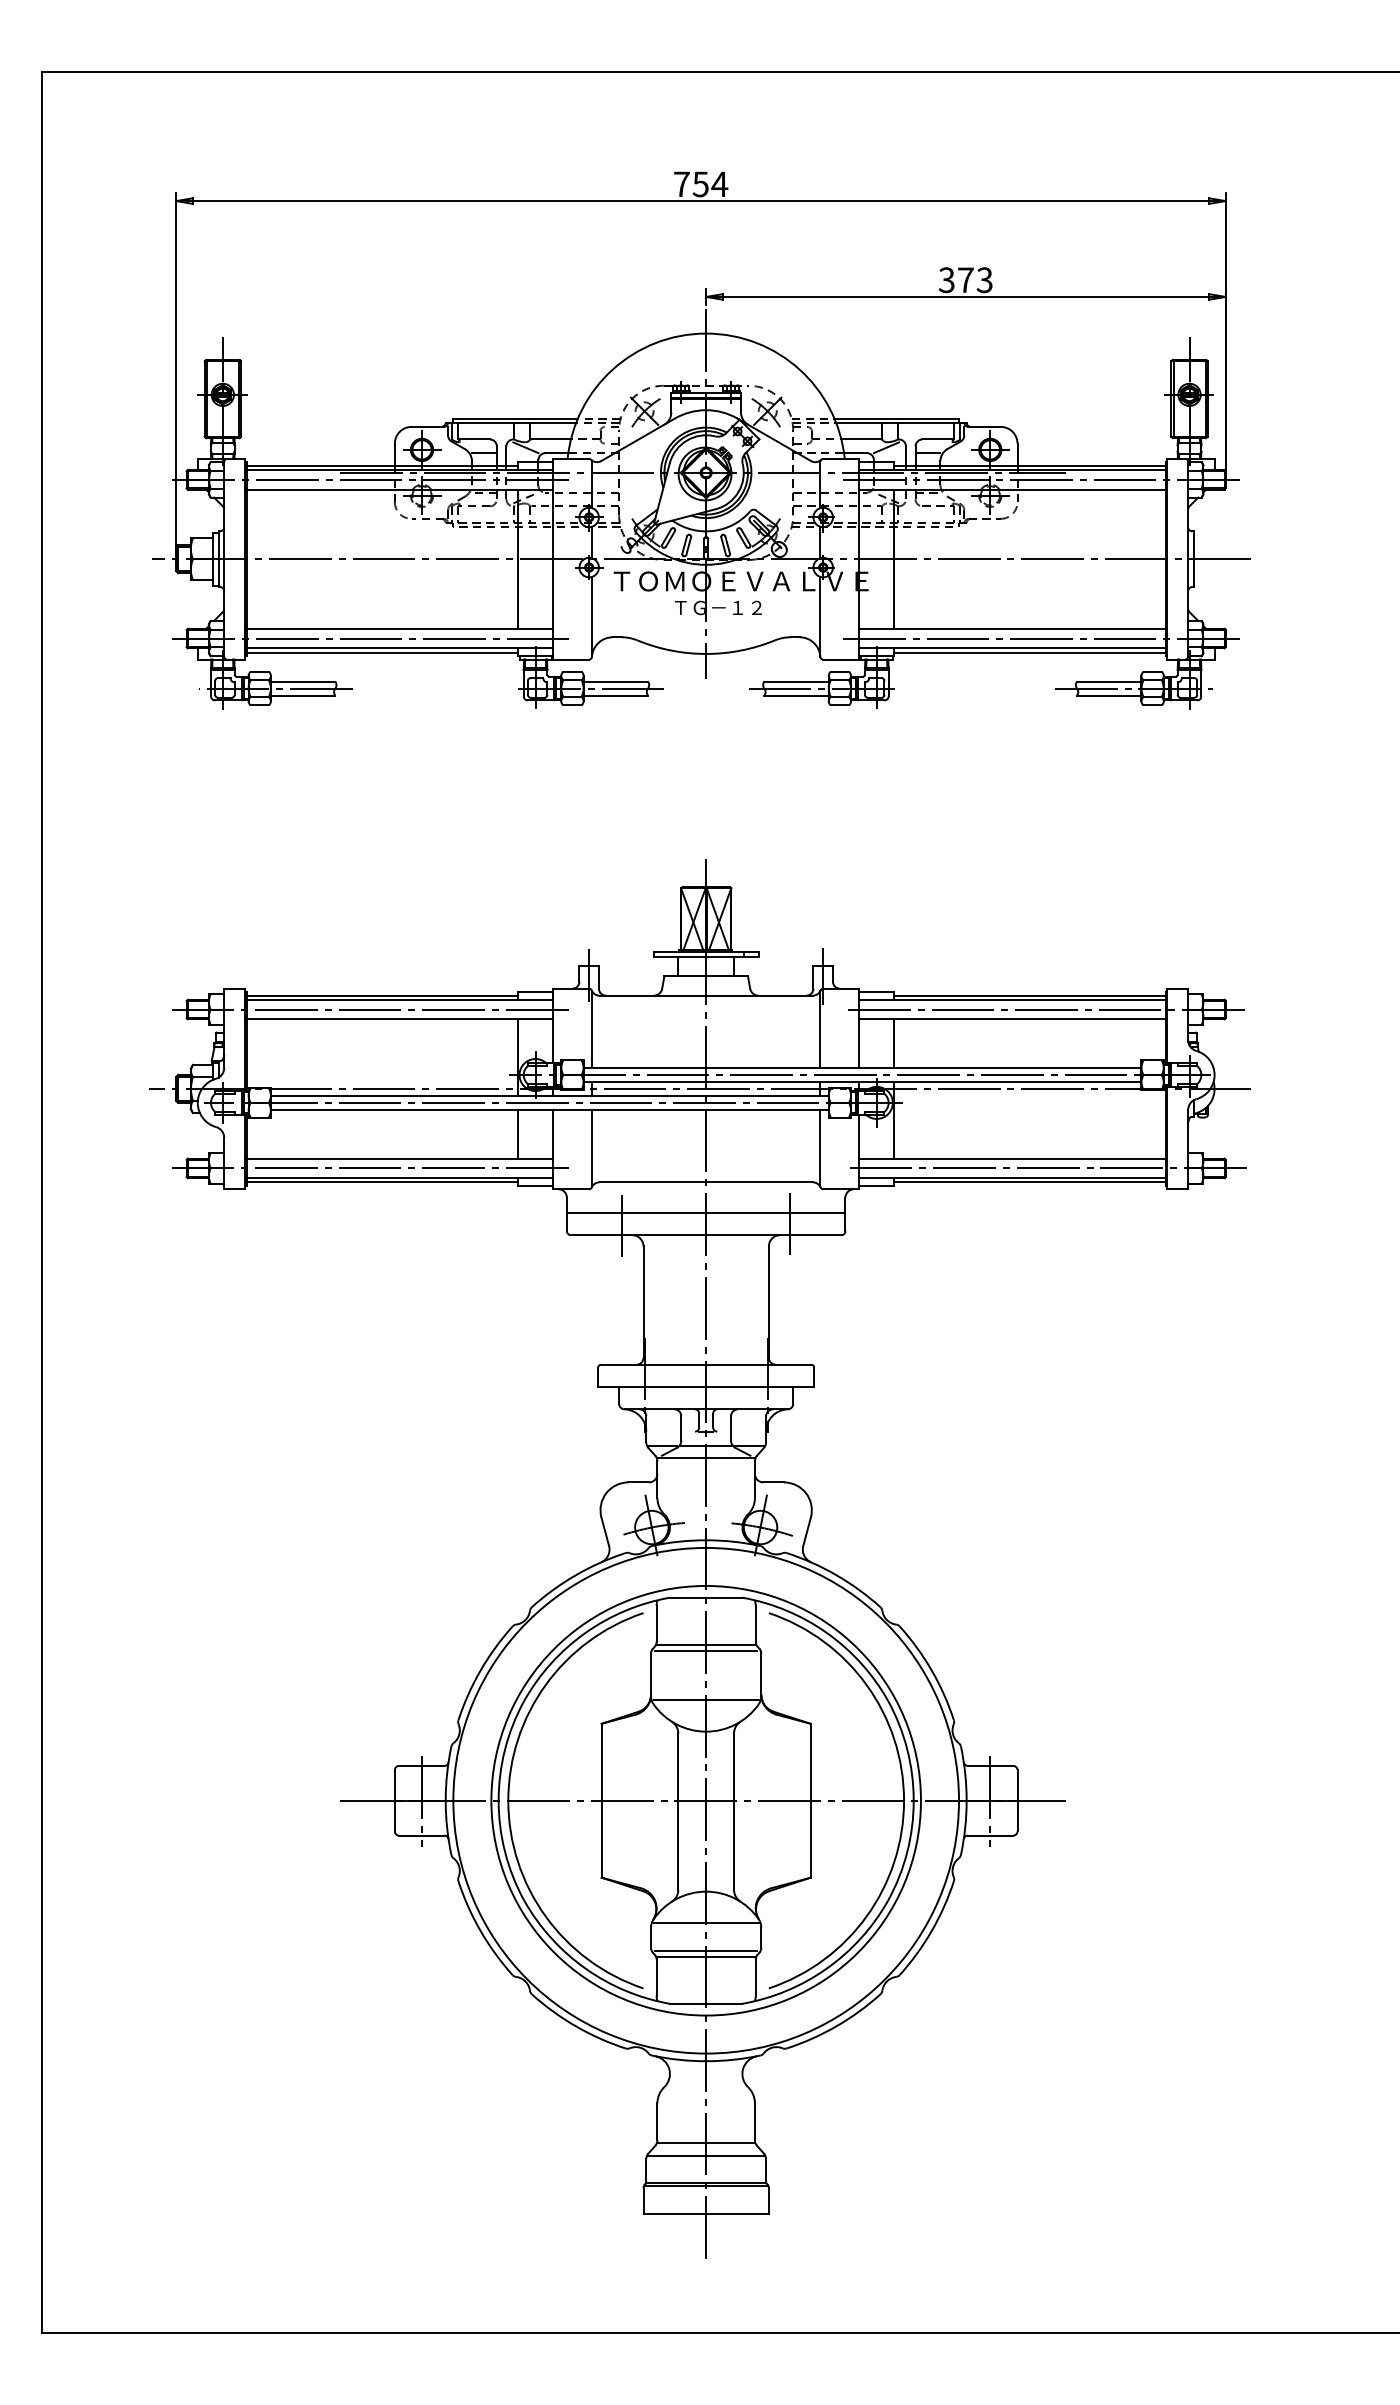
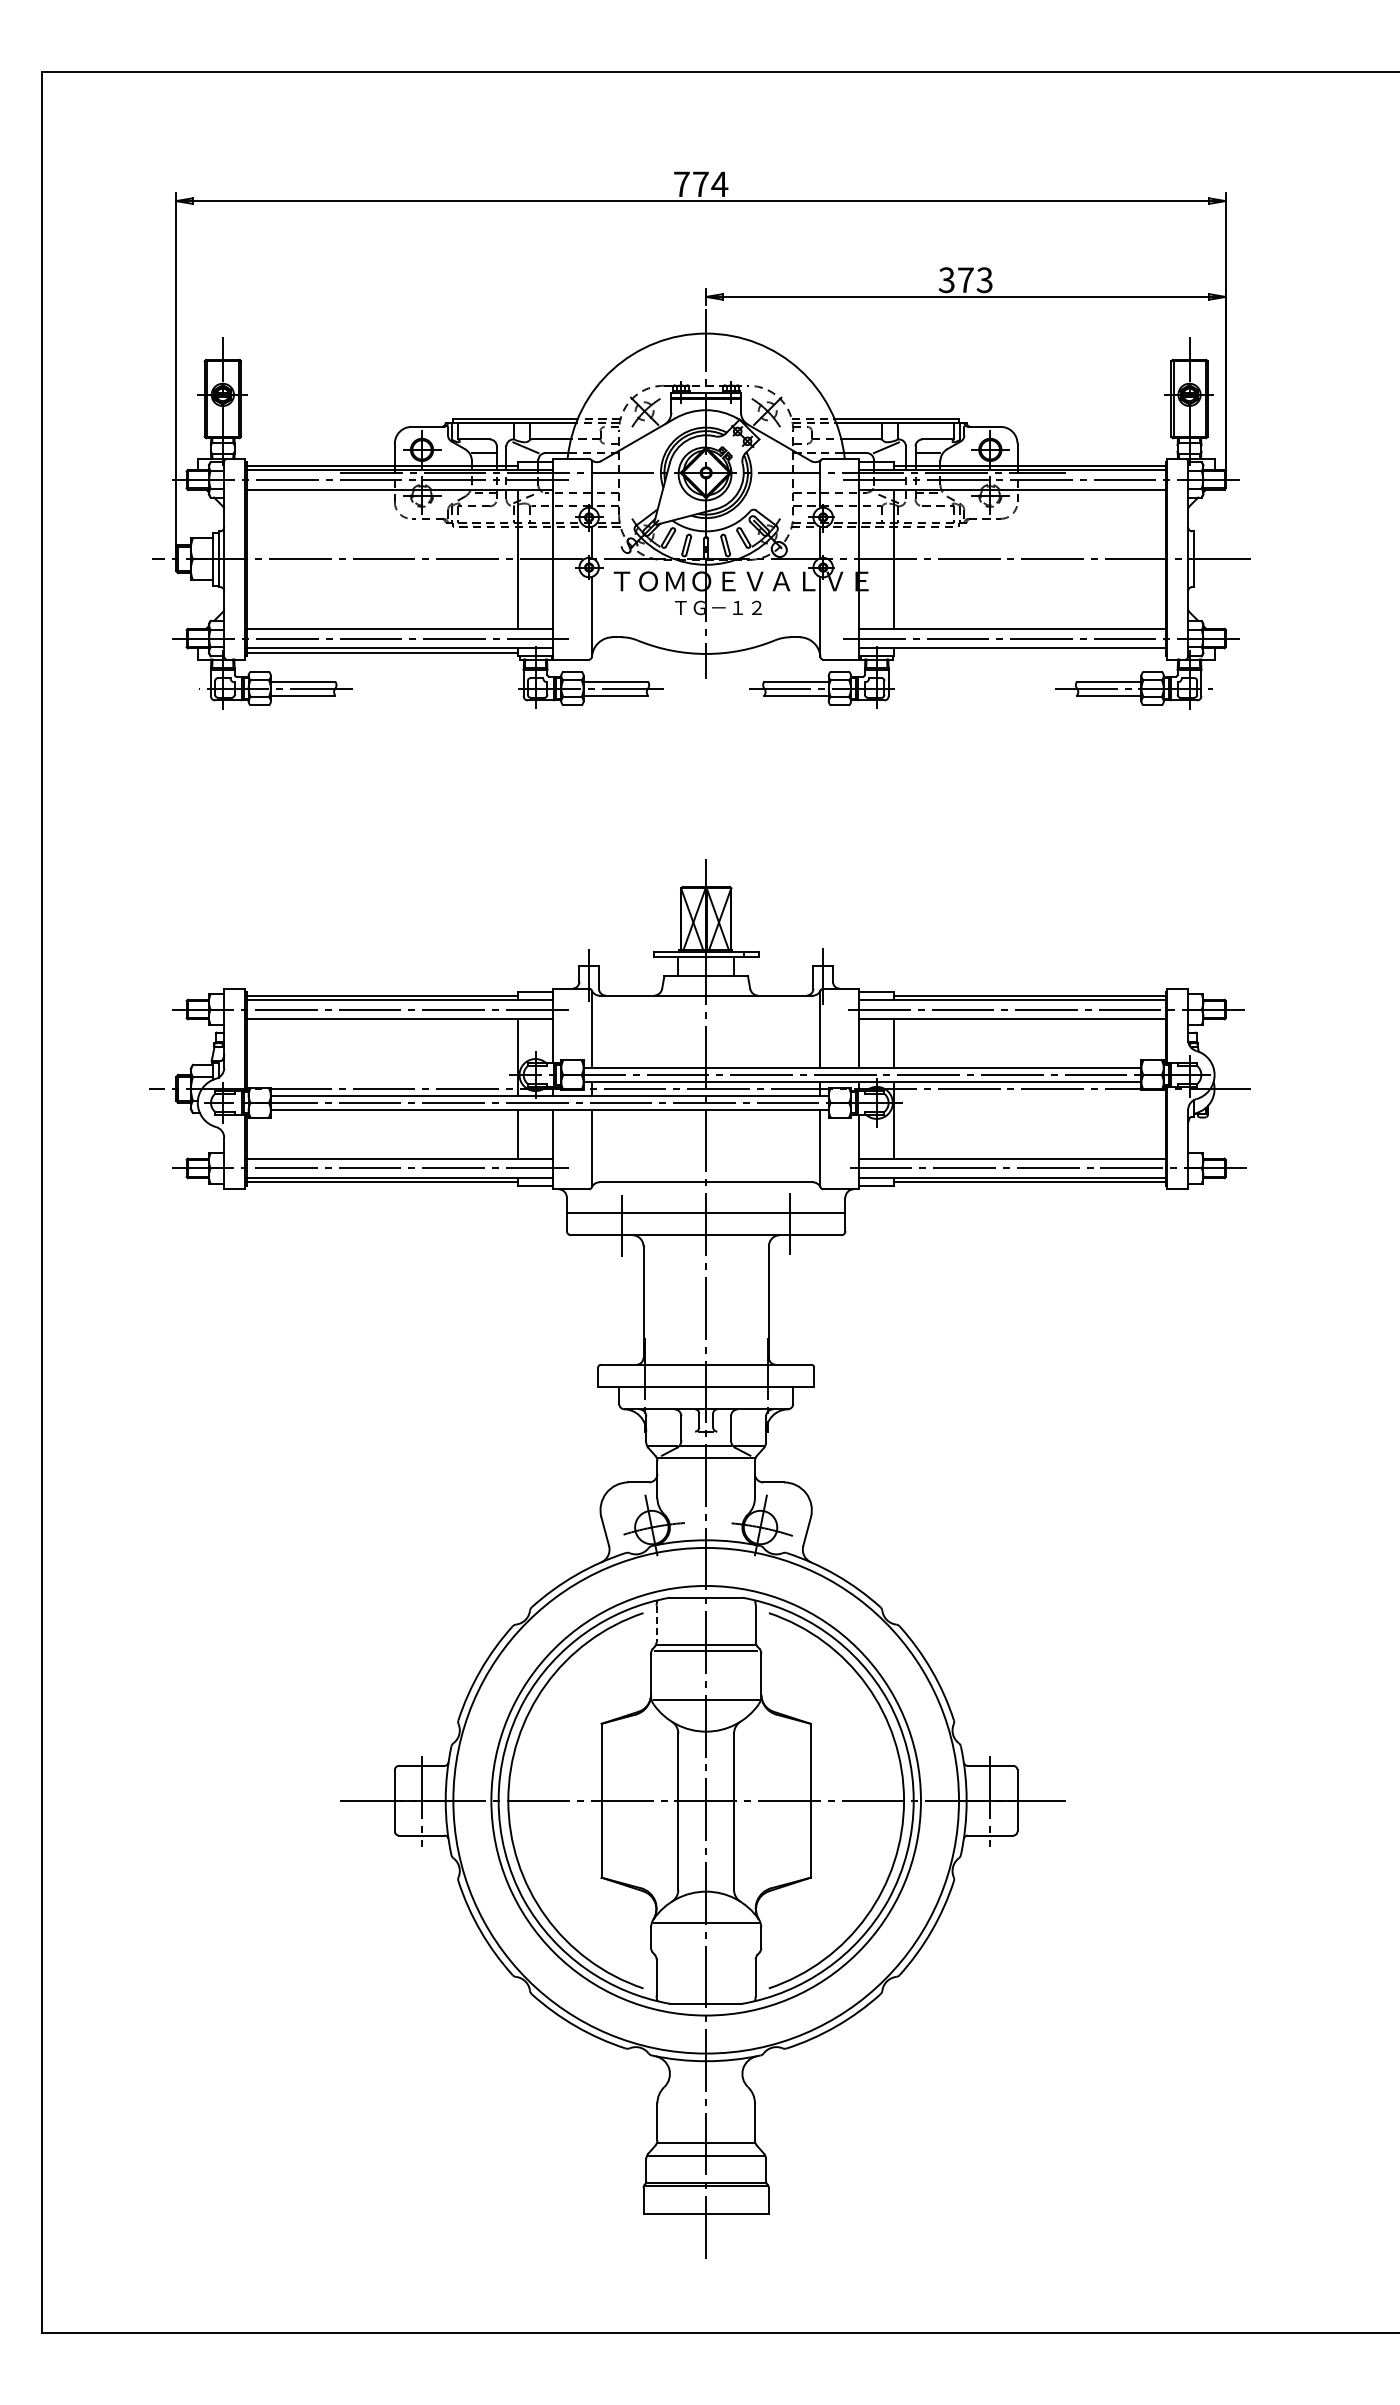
text at (700, 184): 754 -> 774
line at (1029, 652): present -> none
line at (656, 1624): solid -> dashed
line at (706, 1950): present -> none
line at (705, 1956): present -> none
